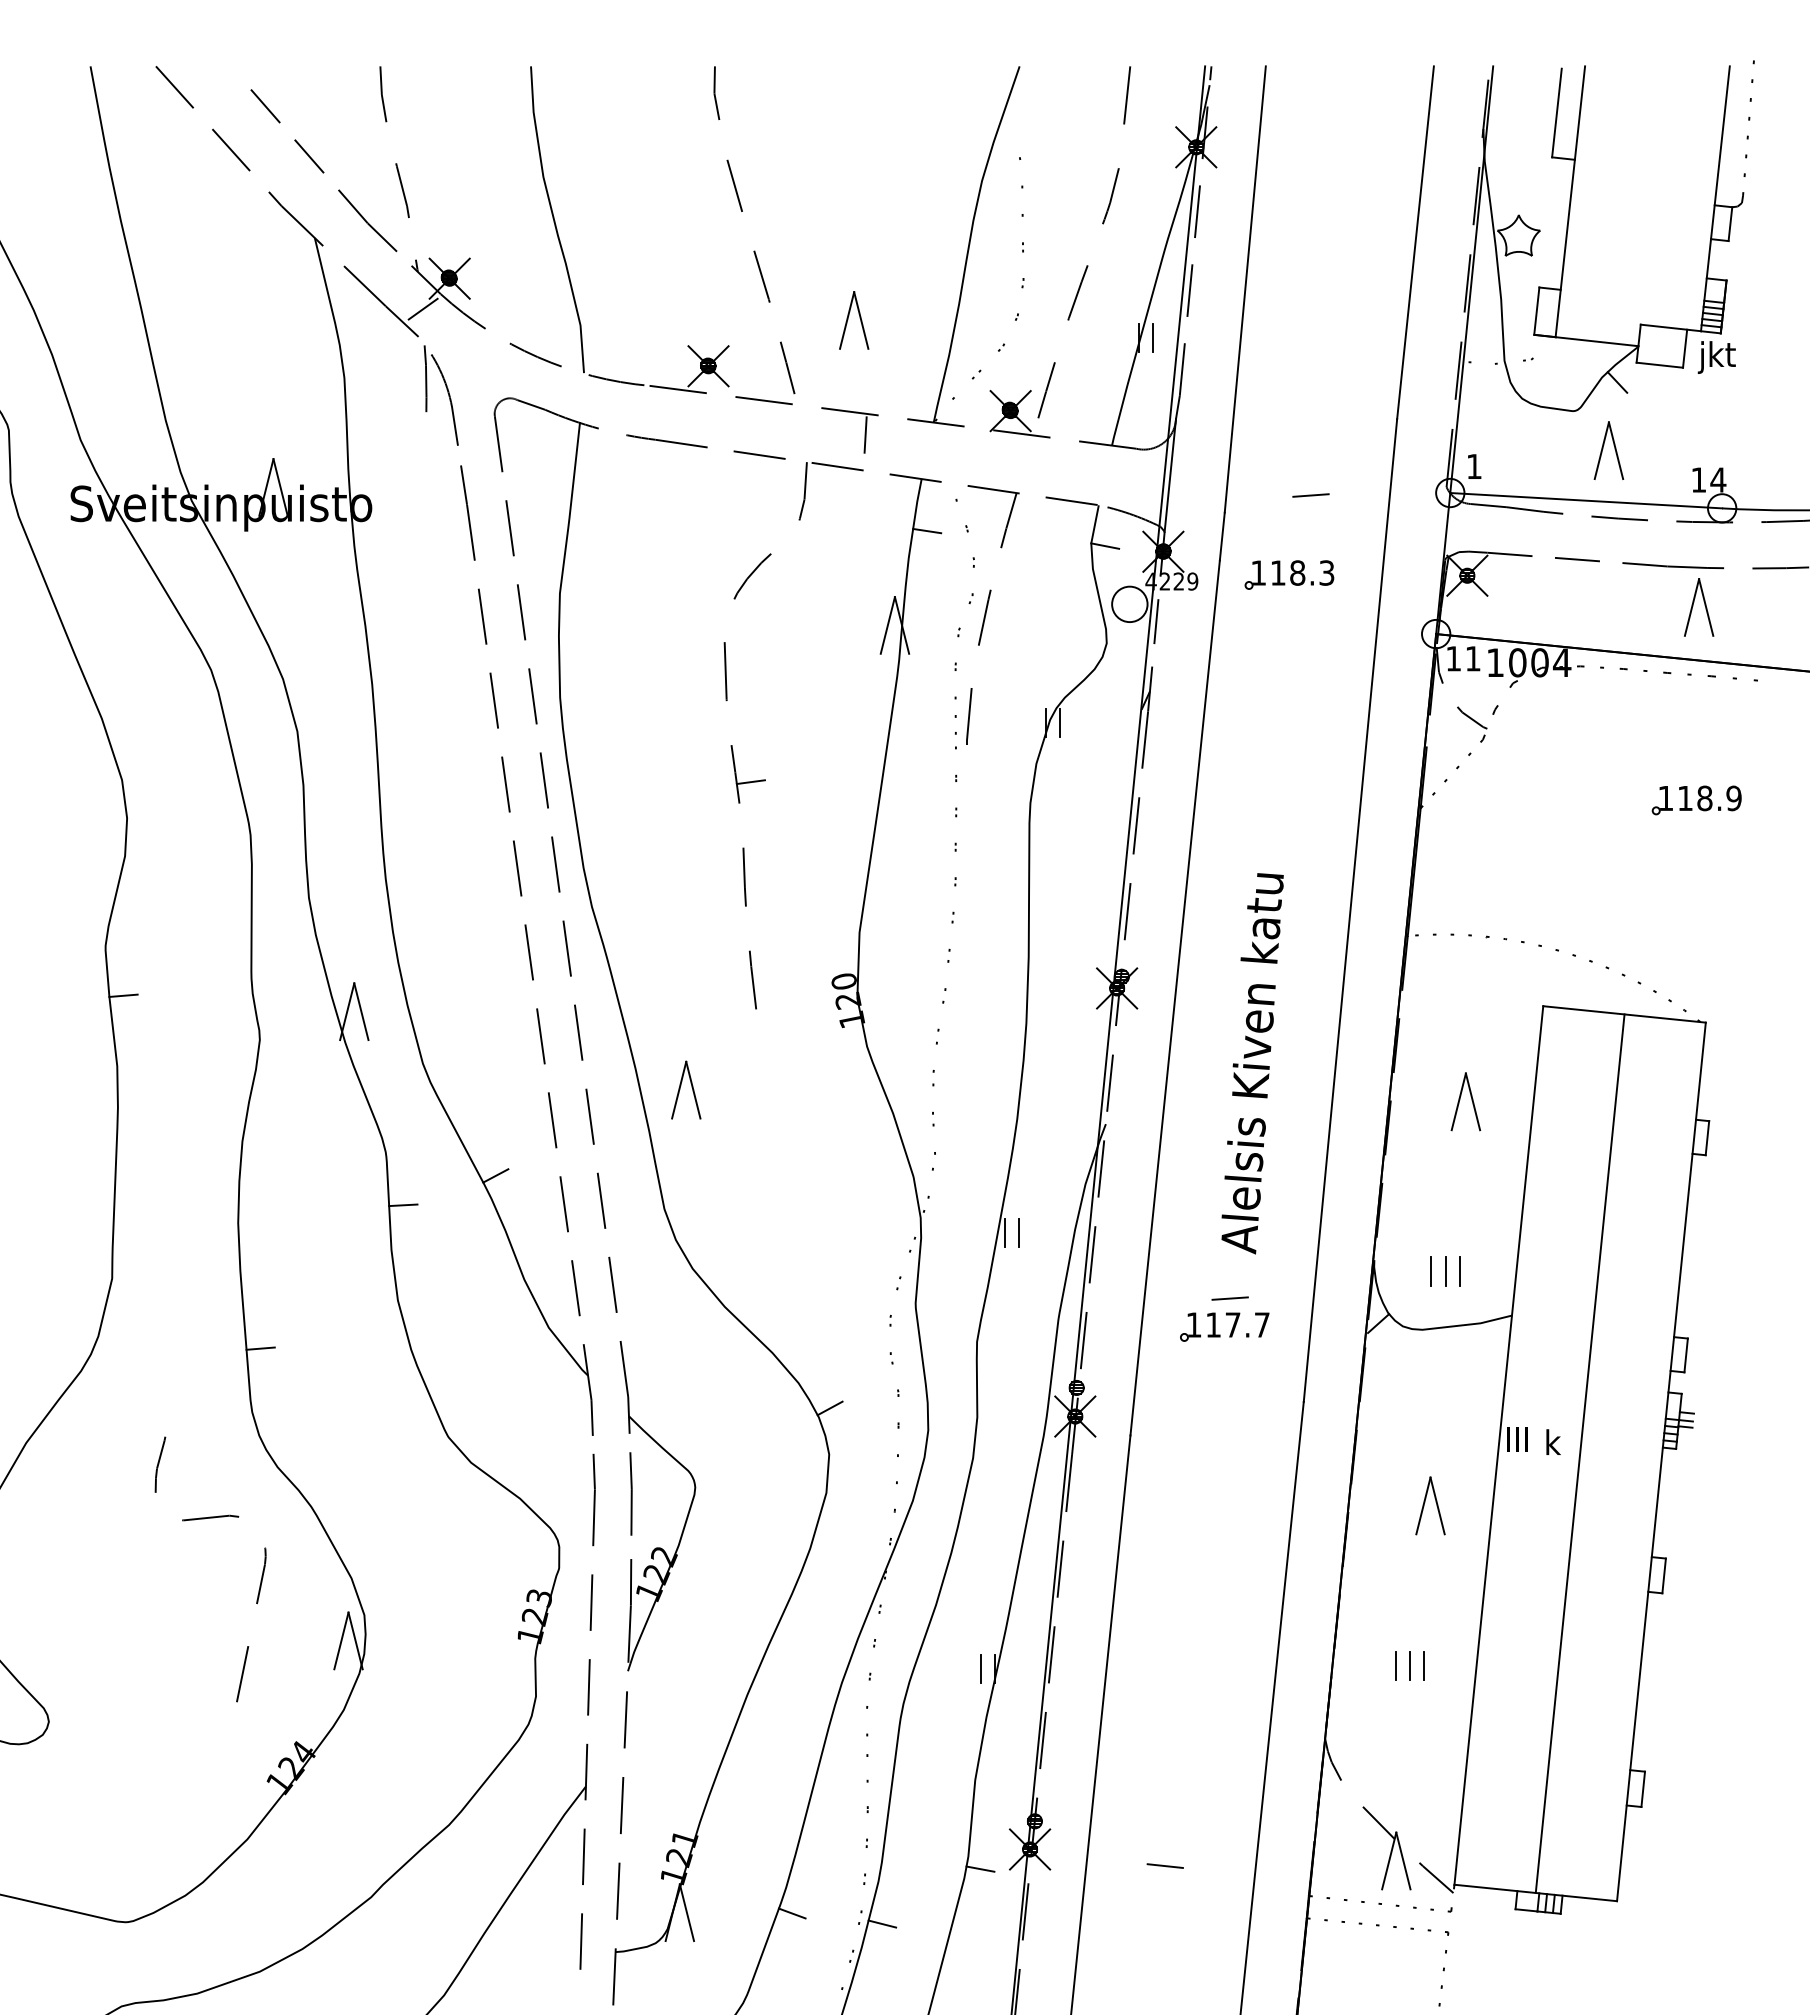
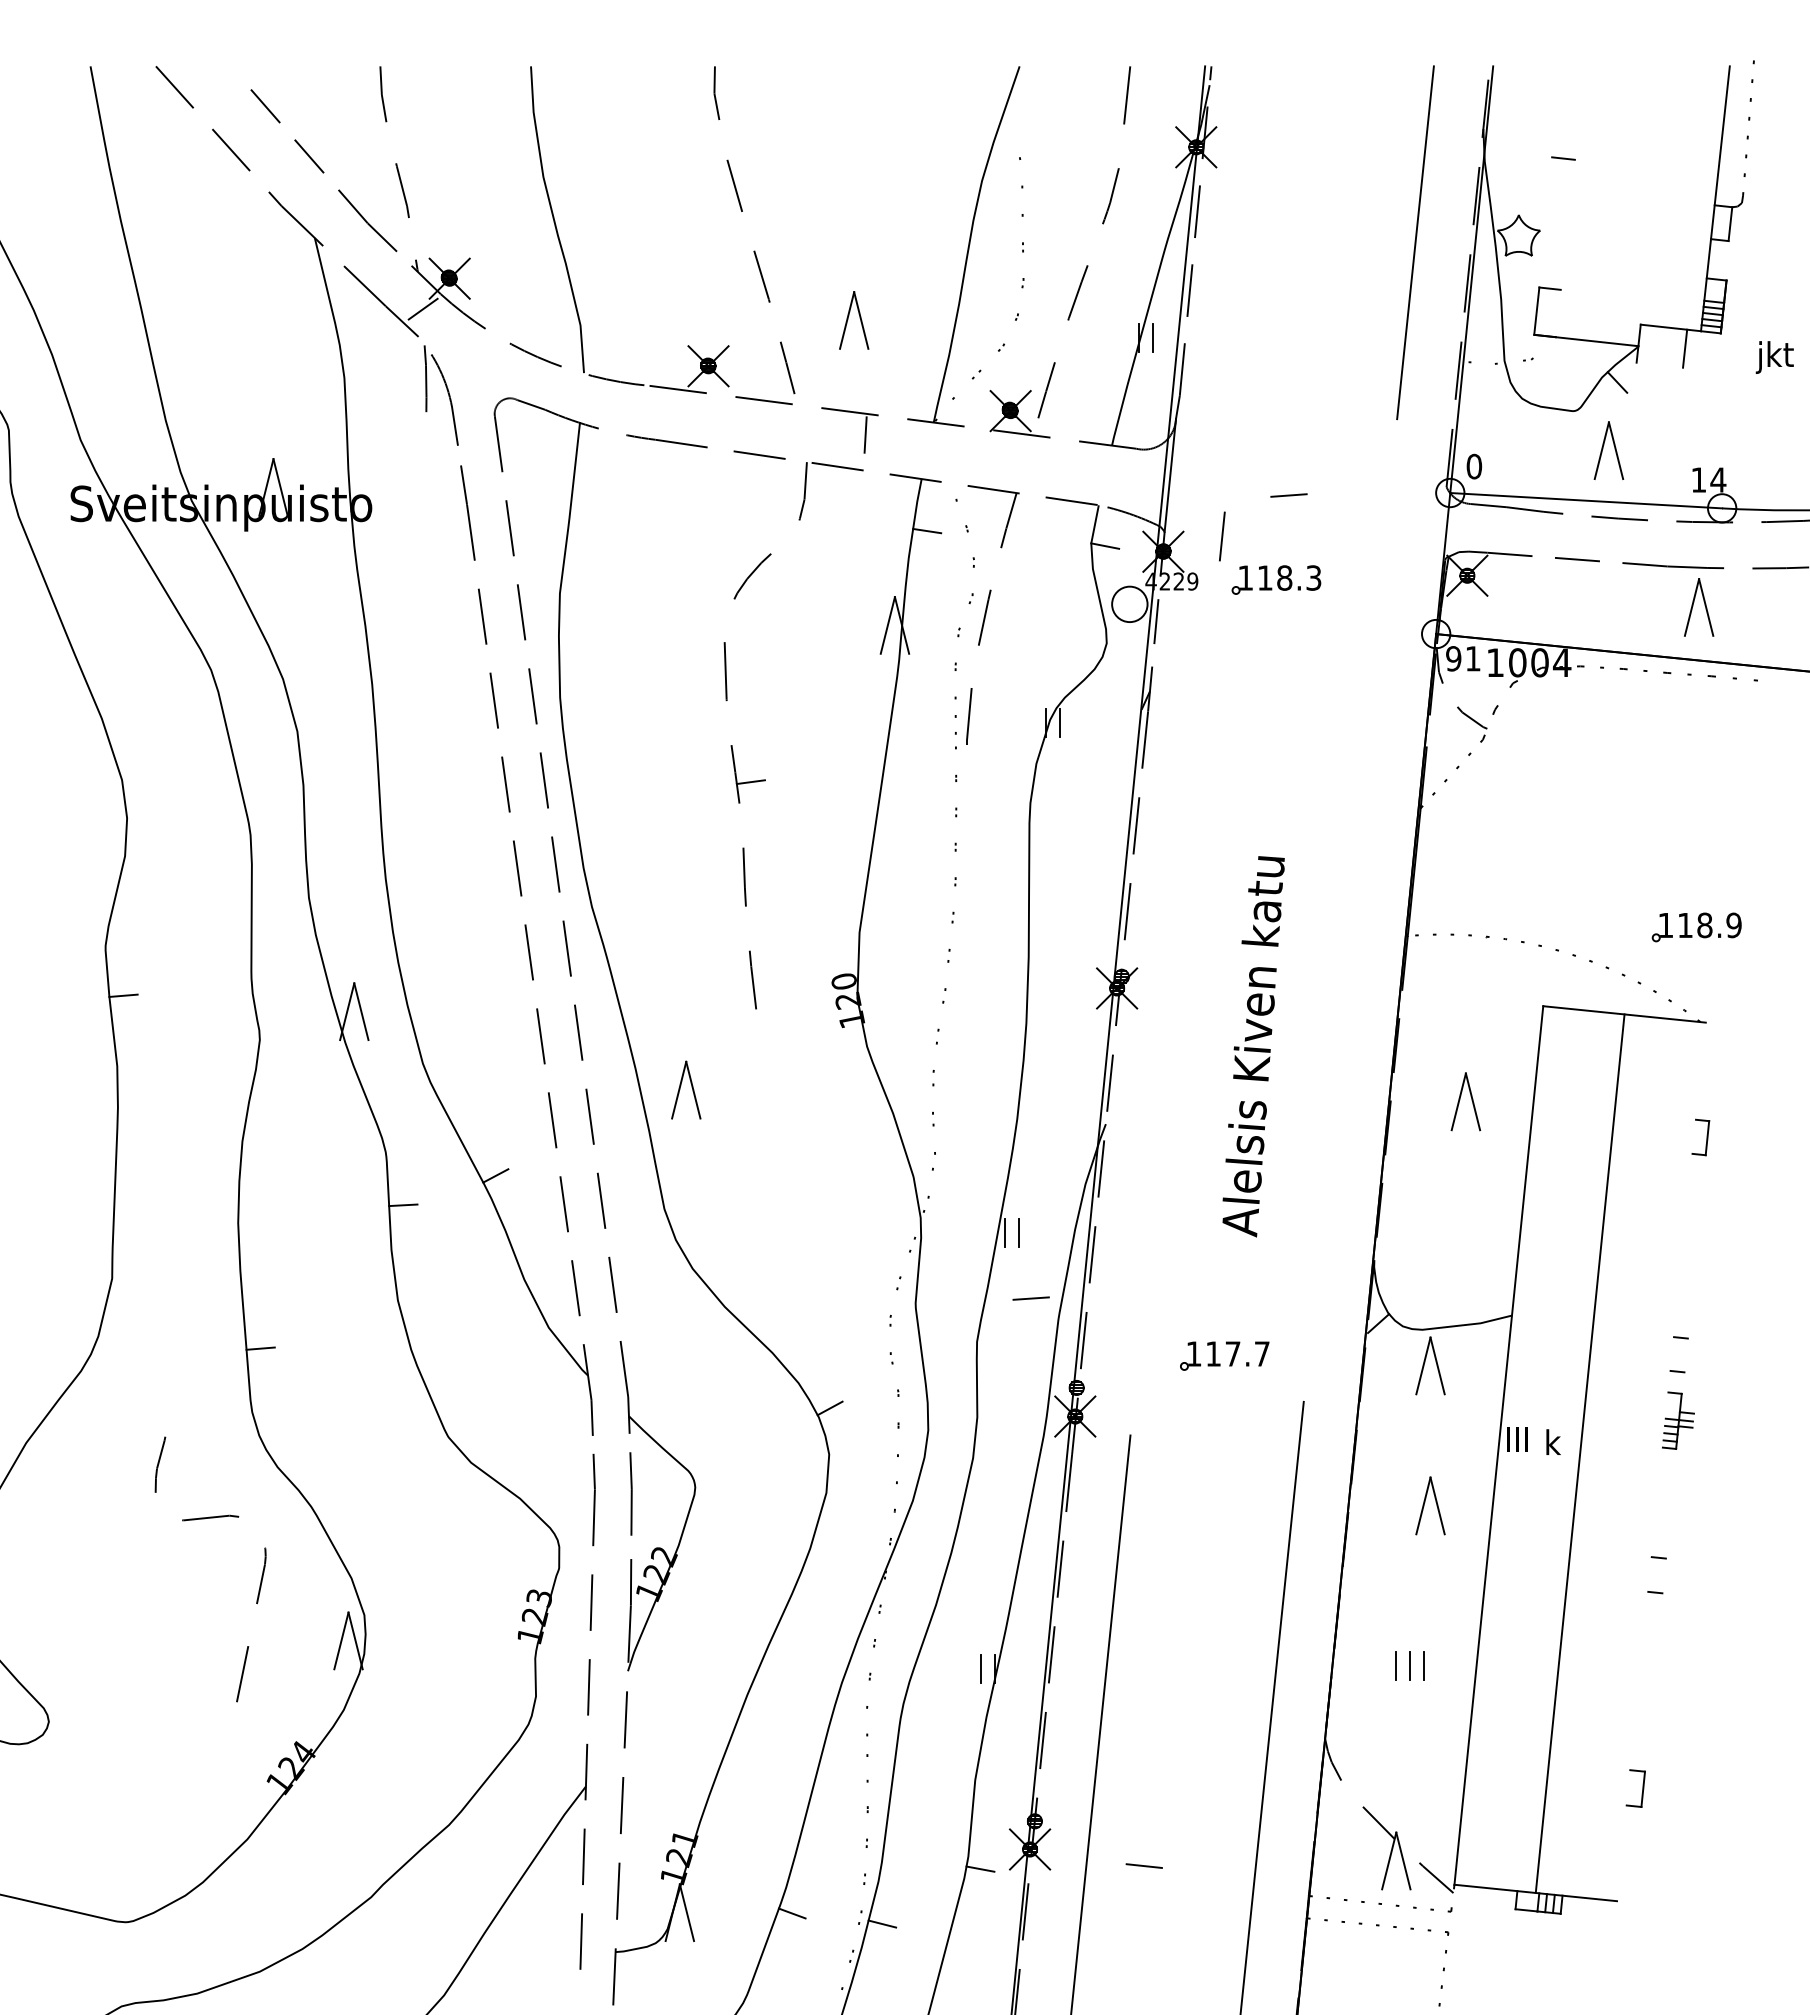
line at (1556, 112): present -> none
line at (1570, 201): present -> none
line at (1244, 289): present -> none
text at (1716, 357) position: (1716, 357) -> (1774, 357)
line at (1659, 364): present -> none
text at (1474, 466): 1 -> 0
line at (1310, 495) position: (1310, 495) -> (1288, 495)
part at (1289, 574) position: (1289, 574) -> (1276, 579)
text at (1453, 658): 11 -> 91
part at (1696, 800) position: (1696, 800) -> (1696, 927)
line at (1350, 910): present -> none
line at (1174, 997): present -> none
text at (1252, 1063) position: (1252, 1063) -> (1253, 1046)
part at (1445, 1271): present -> none
line at (1229, 1298) position: (1229, 1298) -> (1030, 1298)
part at (1231, 1329) position: (1231, 1329) -> (1231, 1358)
line at (1685, 1355): present -> none
part at (1430, 1365): none -> present
line at (1661, 1461): present -> none
line at (1663, 1575): present -> none
line at (1164, 1865) position: (1164, 1865) -> (1143, 1865)
